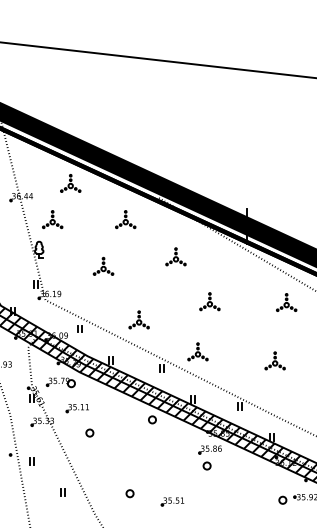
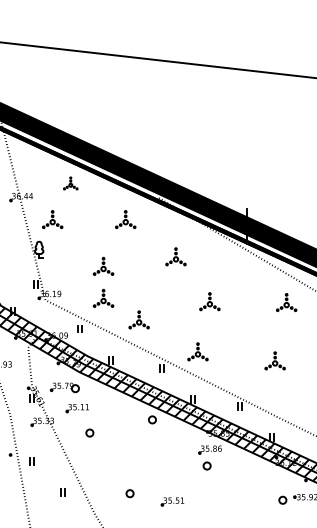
part at (70, 183) size: 22x19 px -> 16x15 px
part at (103, 297): none -> present
part at (60, 382) position: (60, 382) -> (64, 387)
